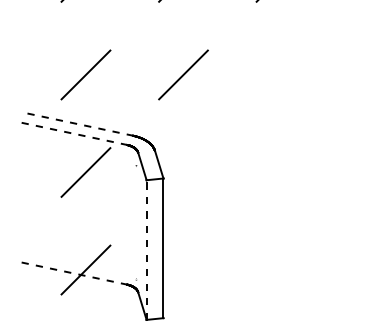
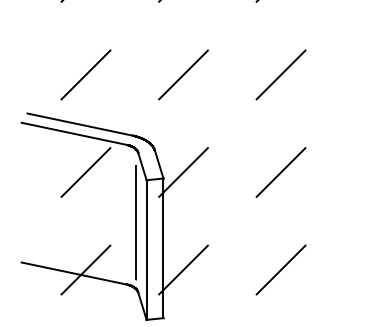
line at (280, 74): none -> present
line at (80, 124): dashed -> solid
line at (74, 133): dashed -> solid
line at (183, 172): none -> present
line at (280, 172): none -> present
line at (136, 222): none -> present
line at (146, 250): dashed -> solid
line at (183, 269): none -> present
line at (280, 269): none -> present
line at (74, 273): dashed -> solid
